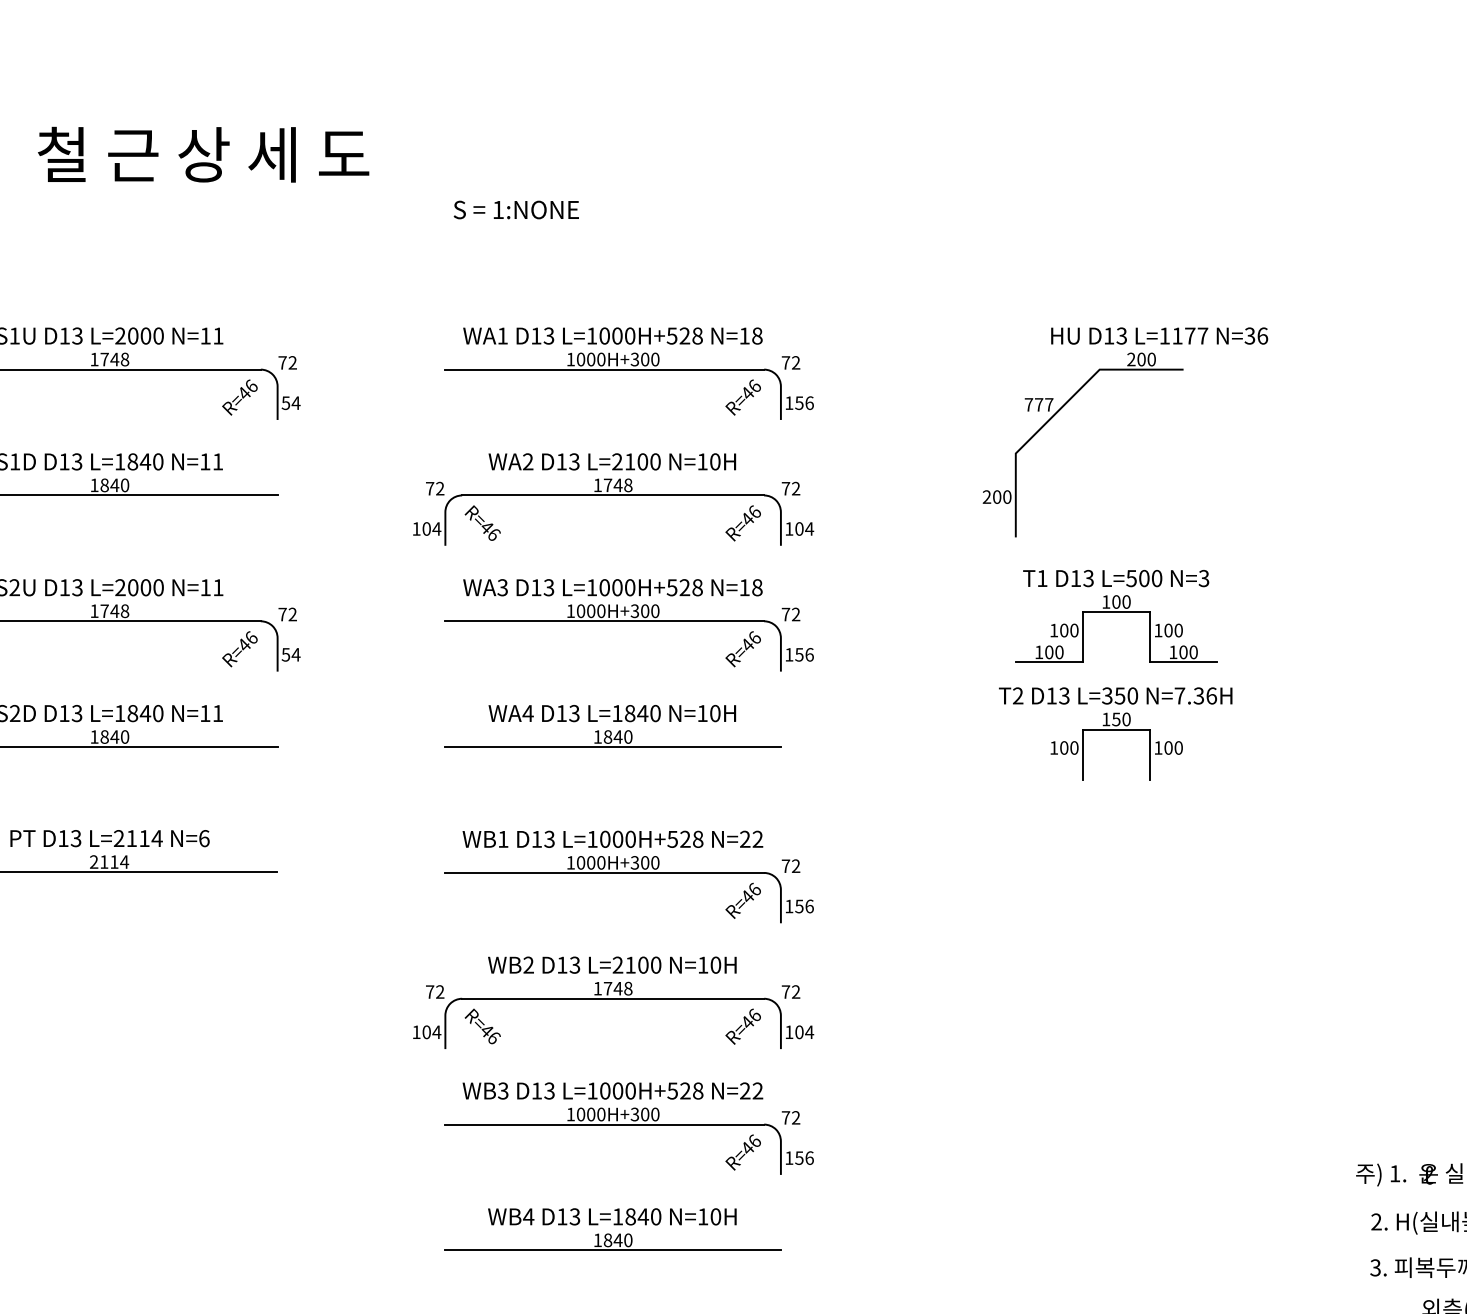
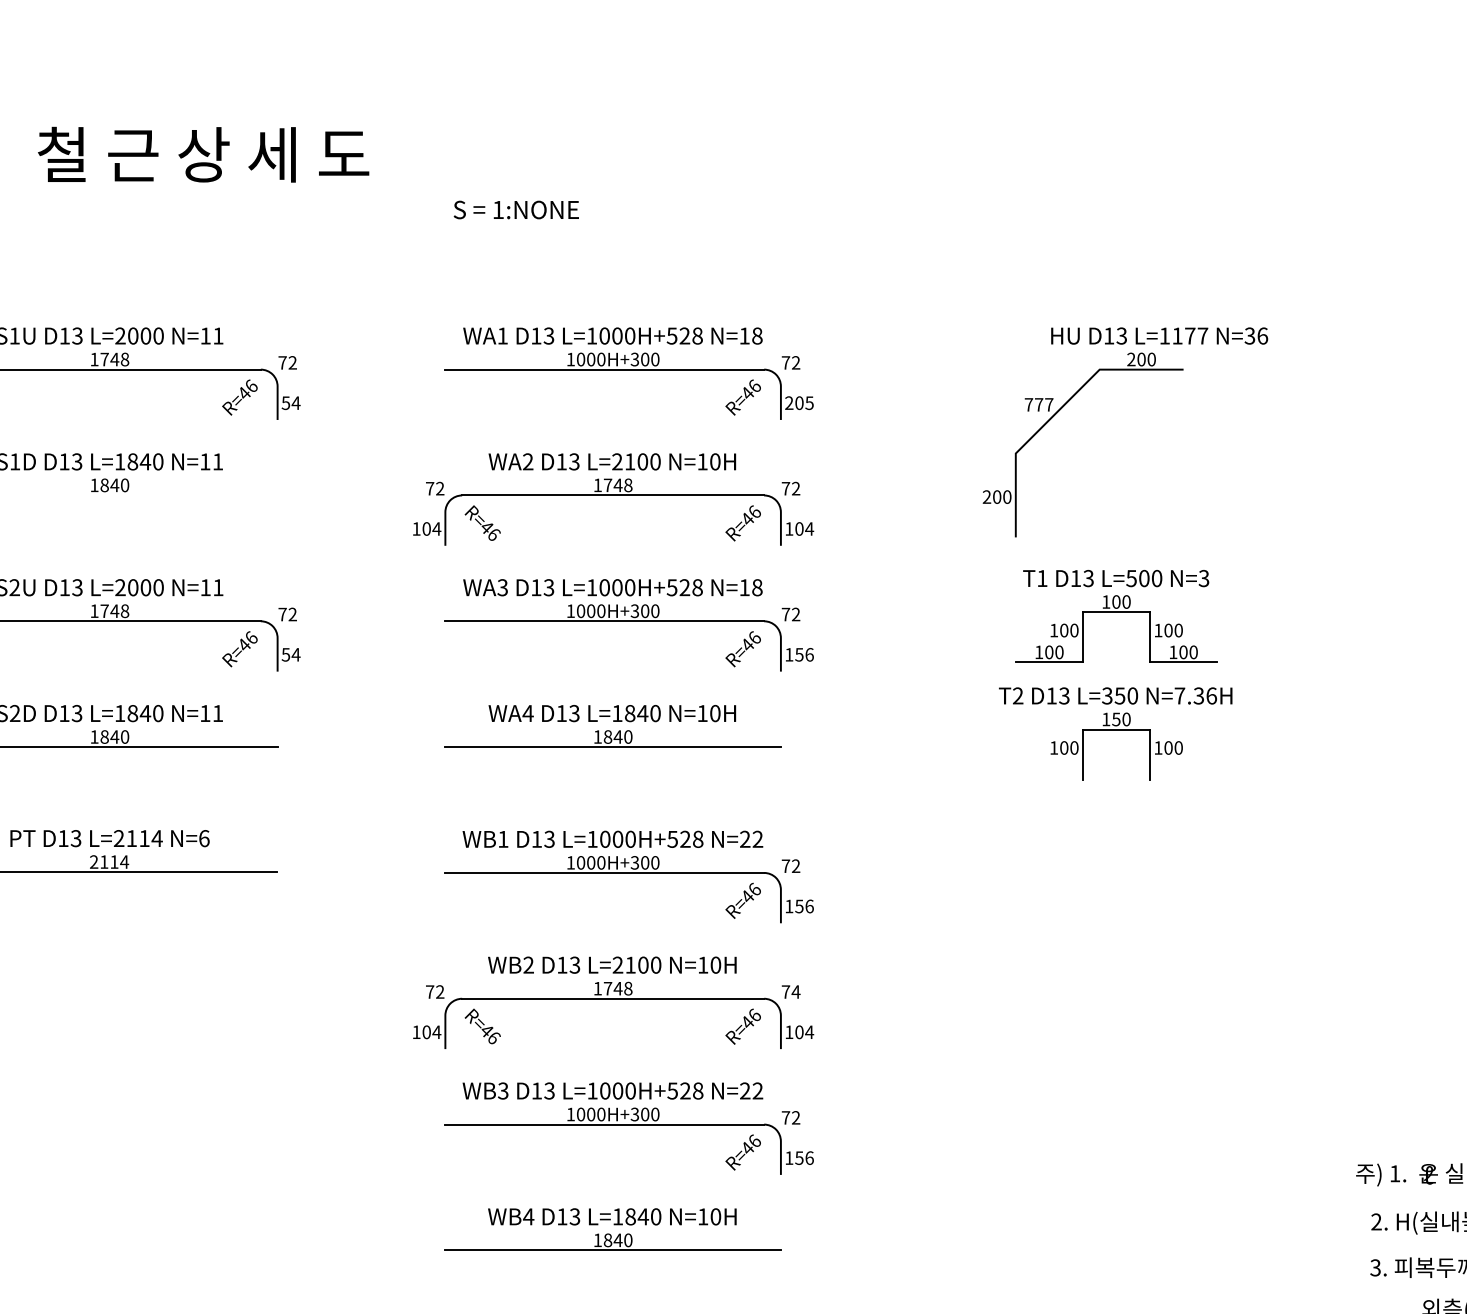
text at (799, 402): 156 -> 205
line at (139, 495): present -> none
text at (795, 991): 72 -> 74
